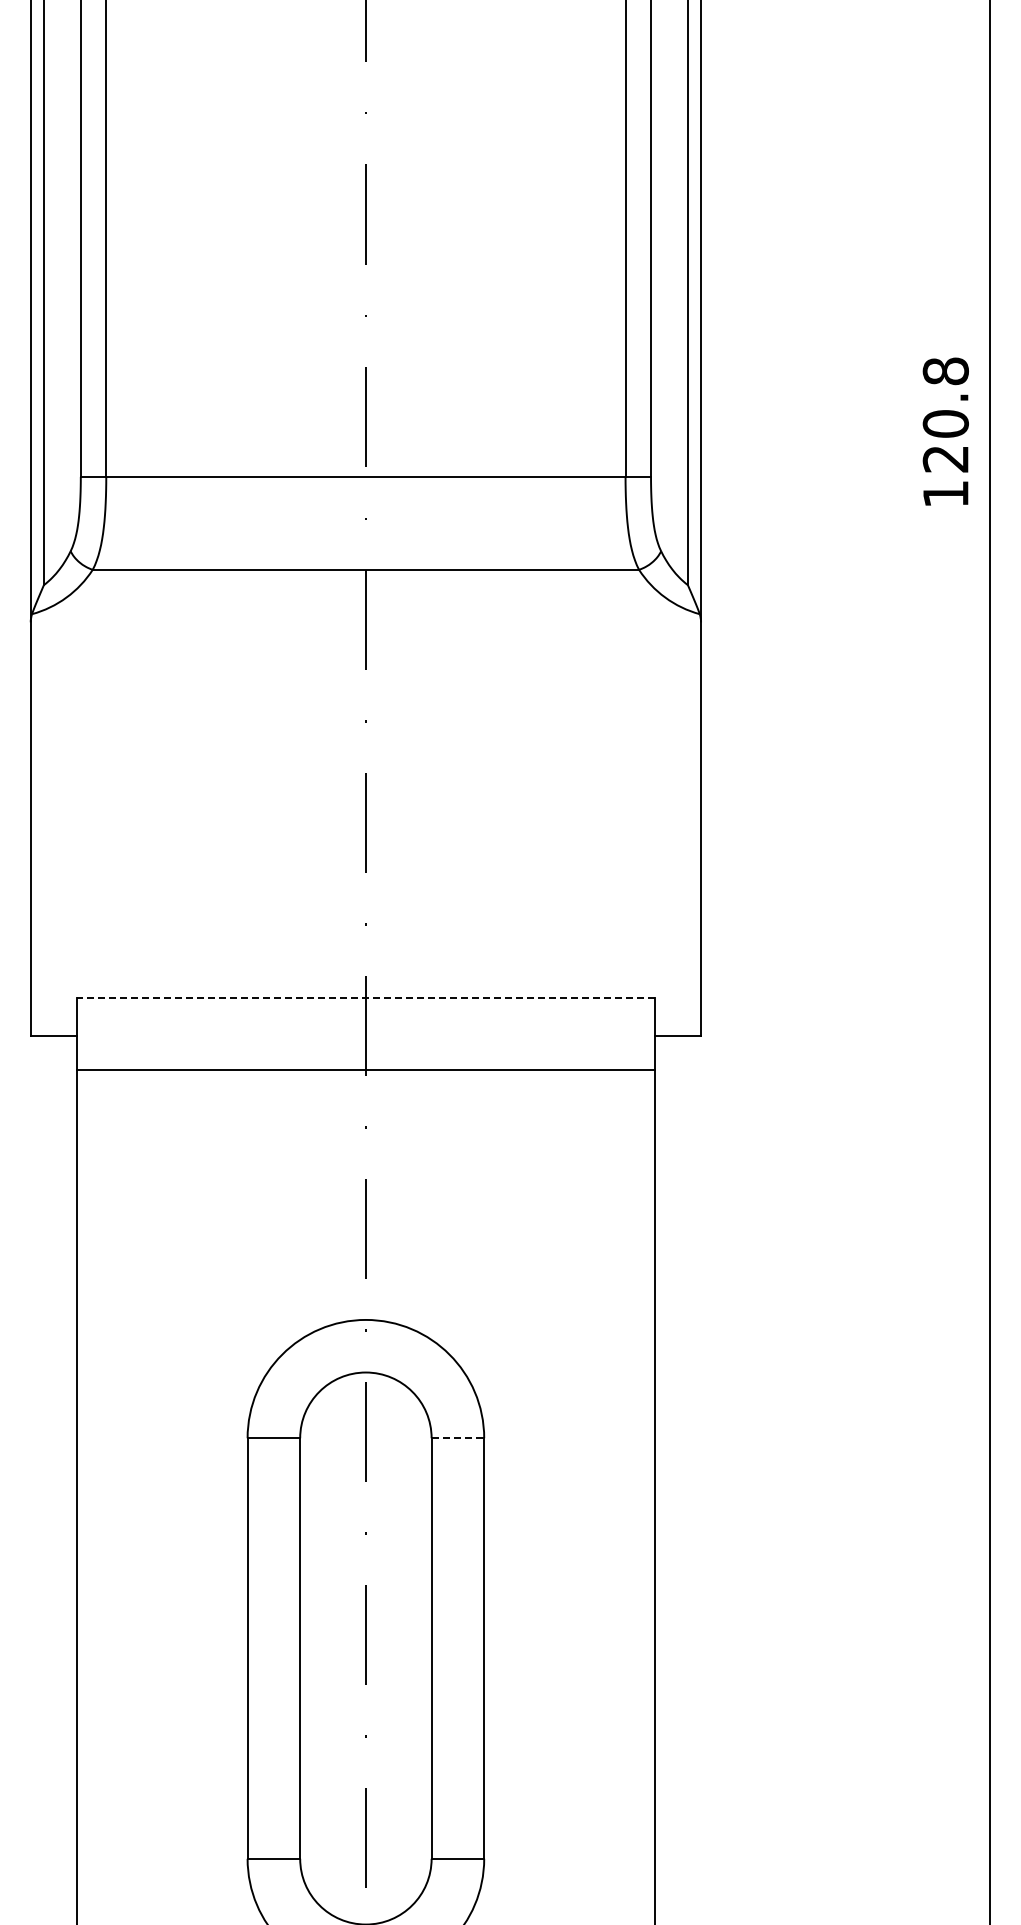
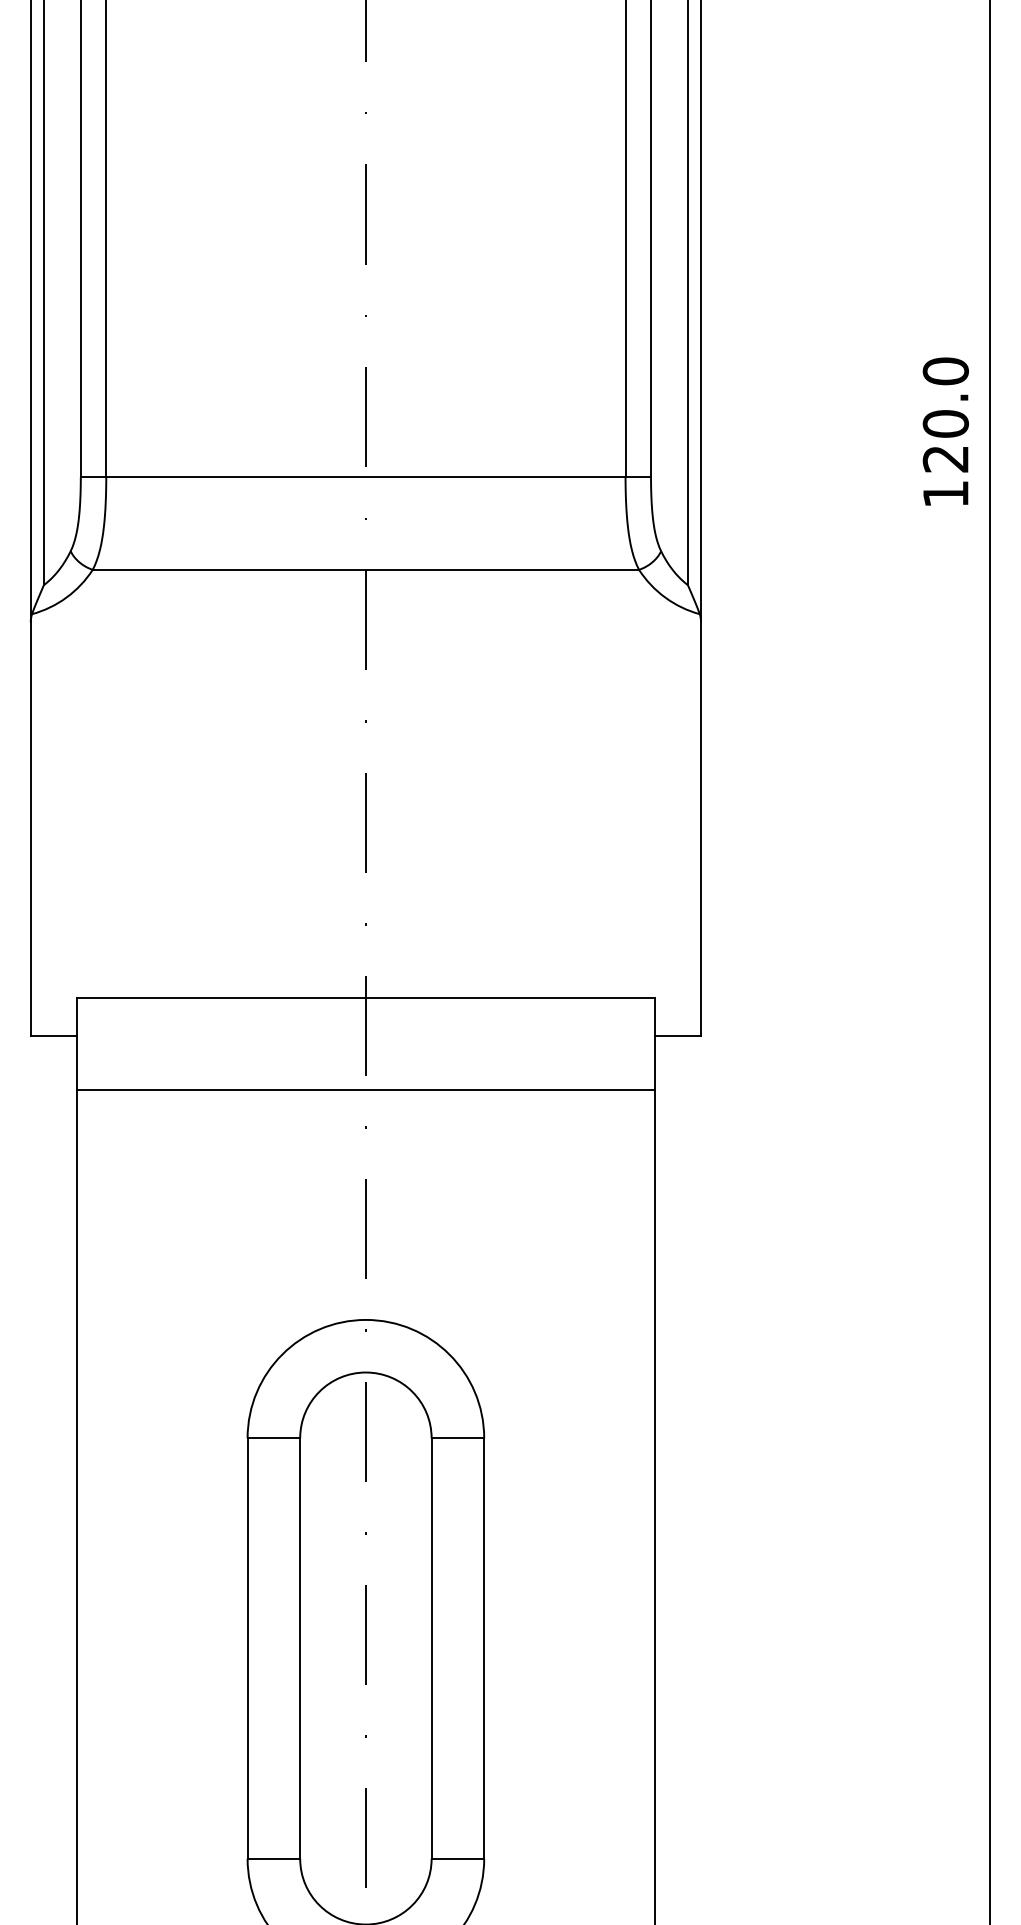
text at (945, 371): 120.8 -> 120.0
line at (365, 997): dashed -> solid
line at (365, 1070) position: (365, 1070) -> (365, 1090)
line at (458, 1438): dashed -> solid
